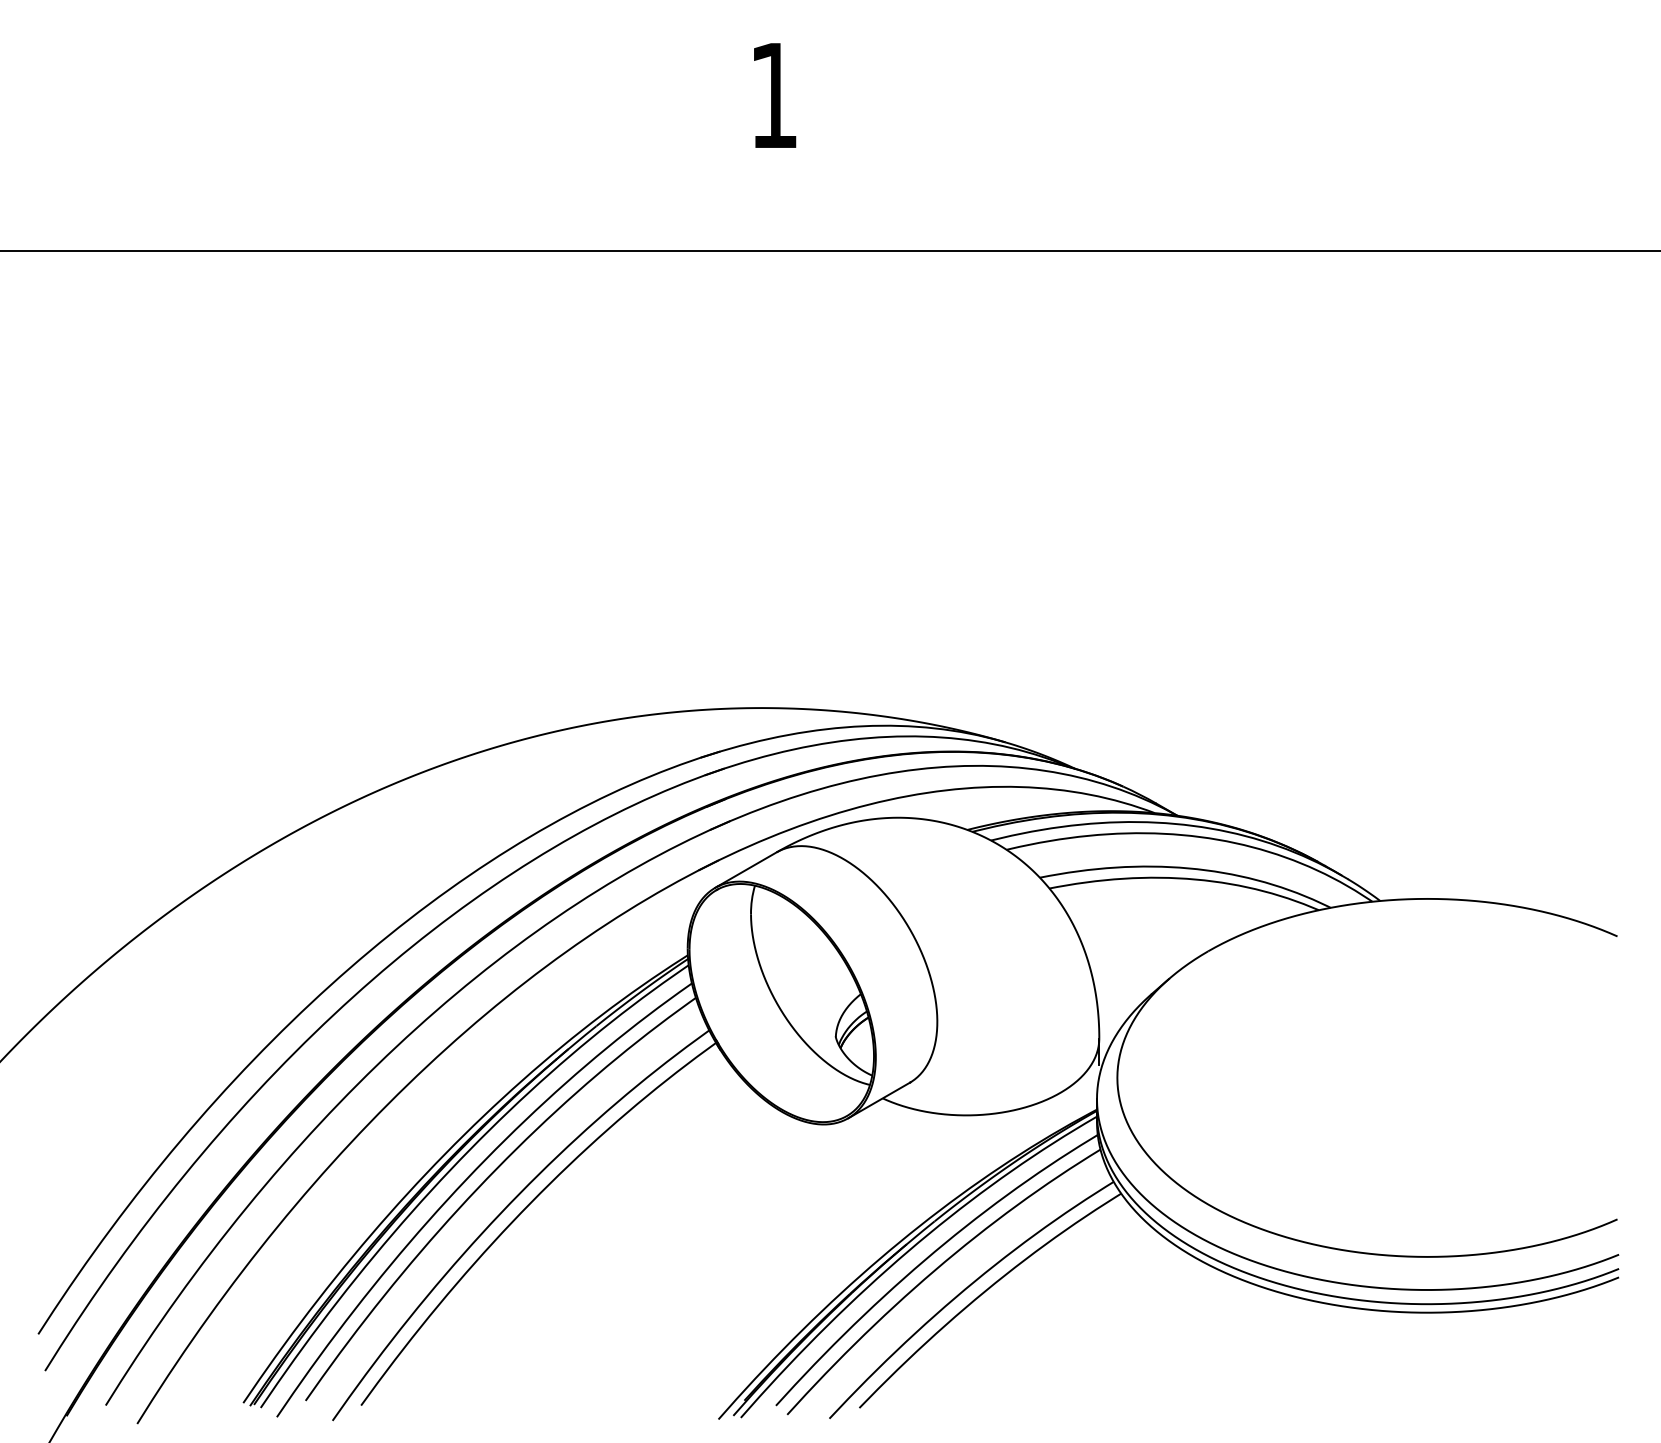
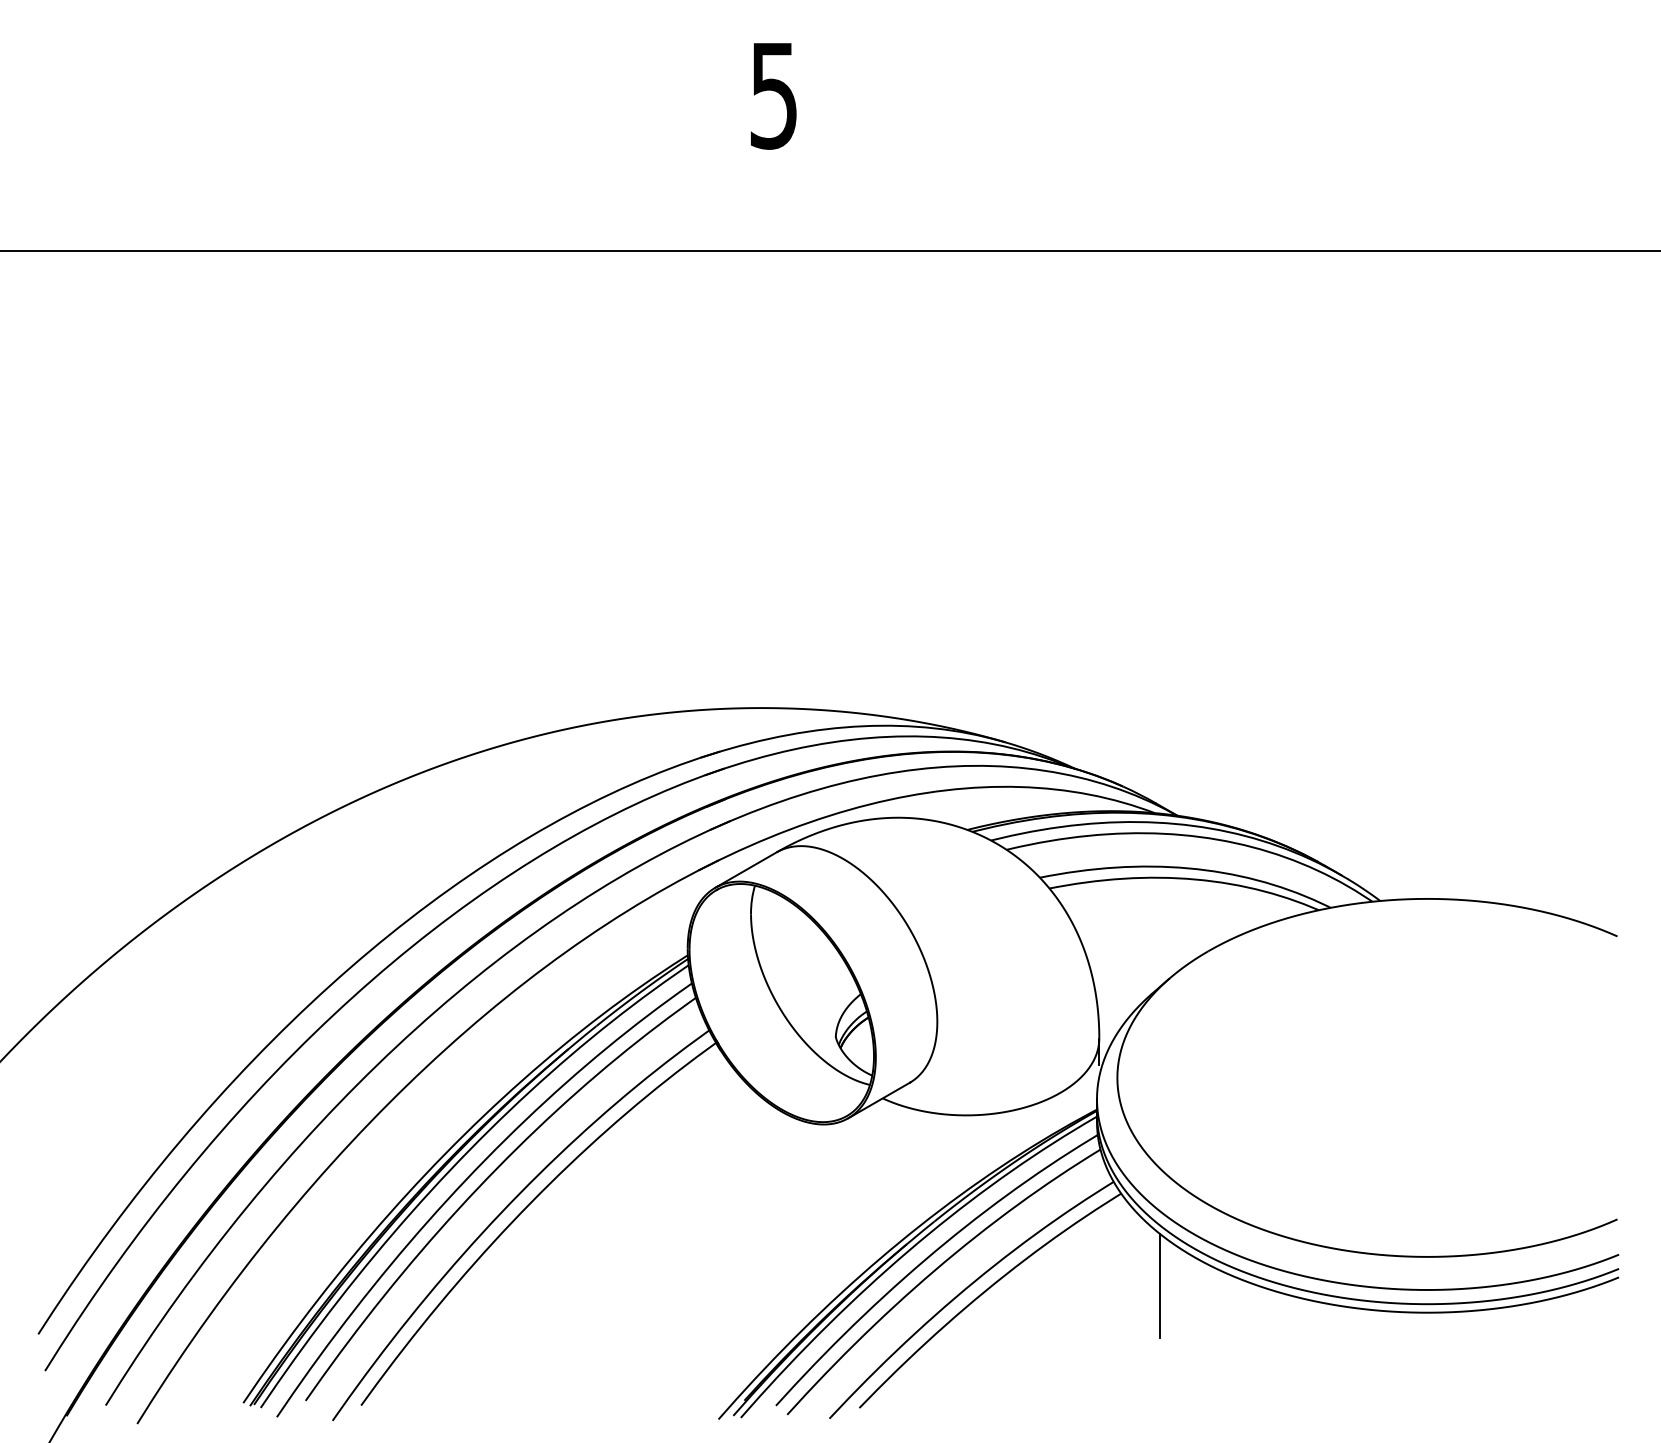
text at (773, 96): 1 -> 5
line at (1159, 1285): none -> present
